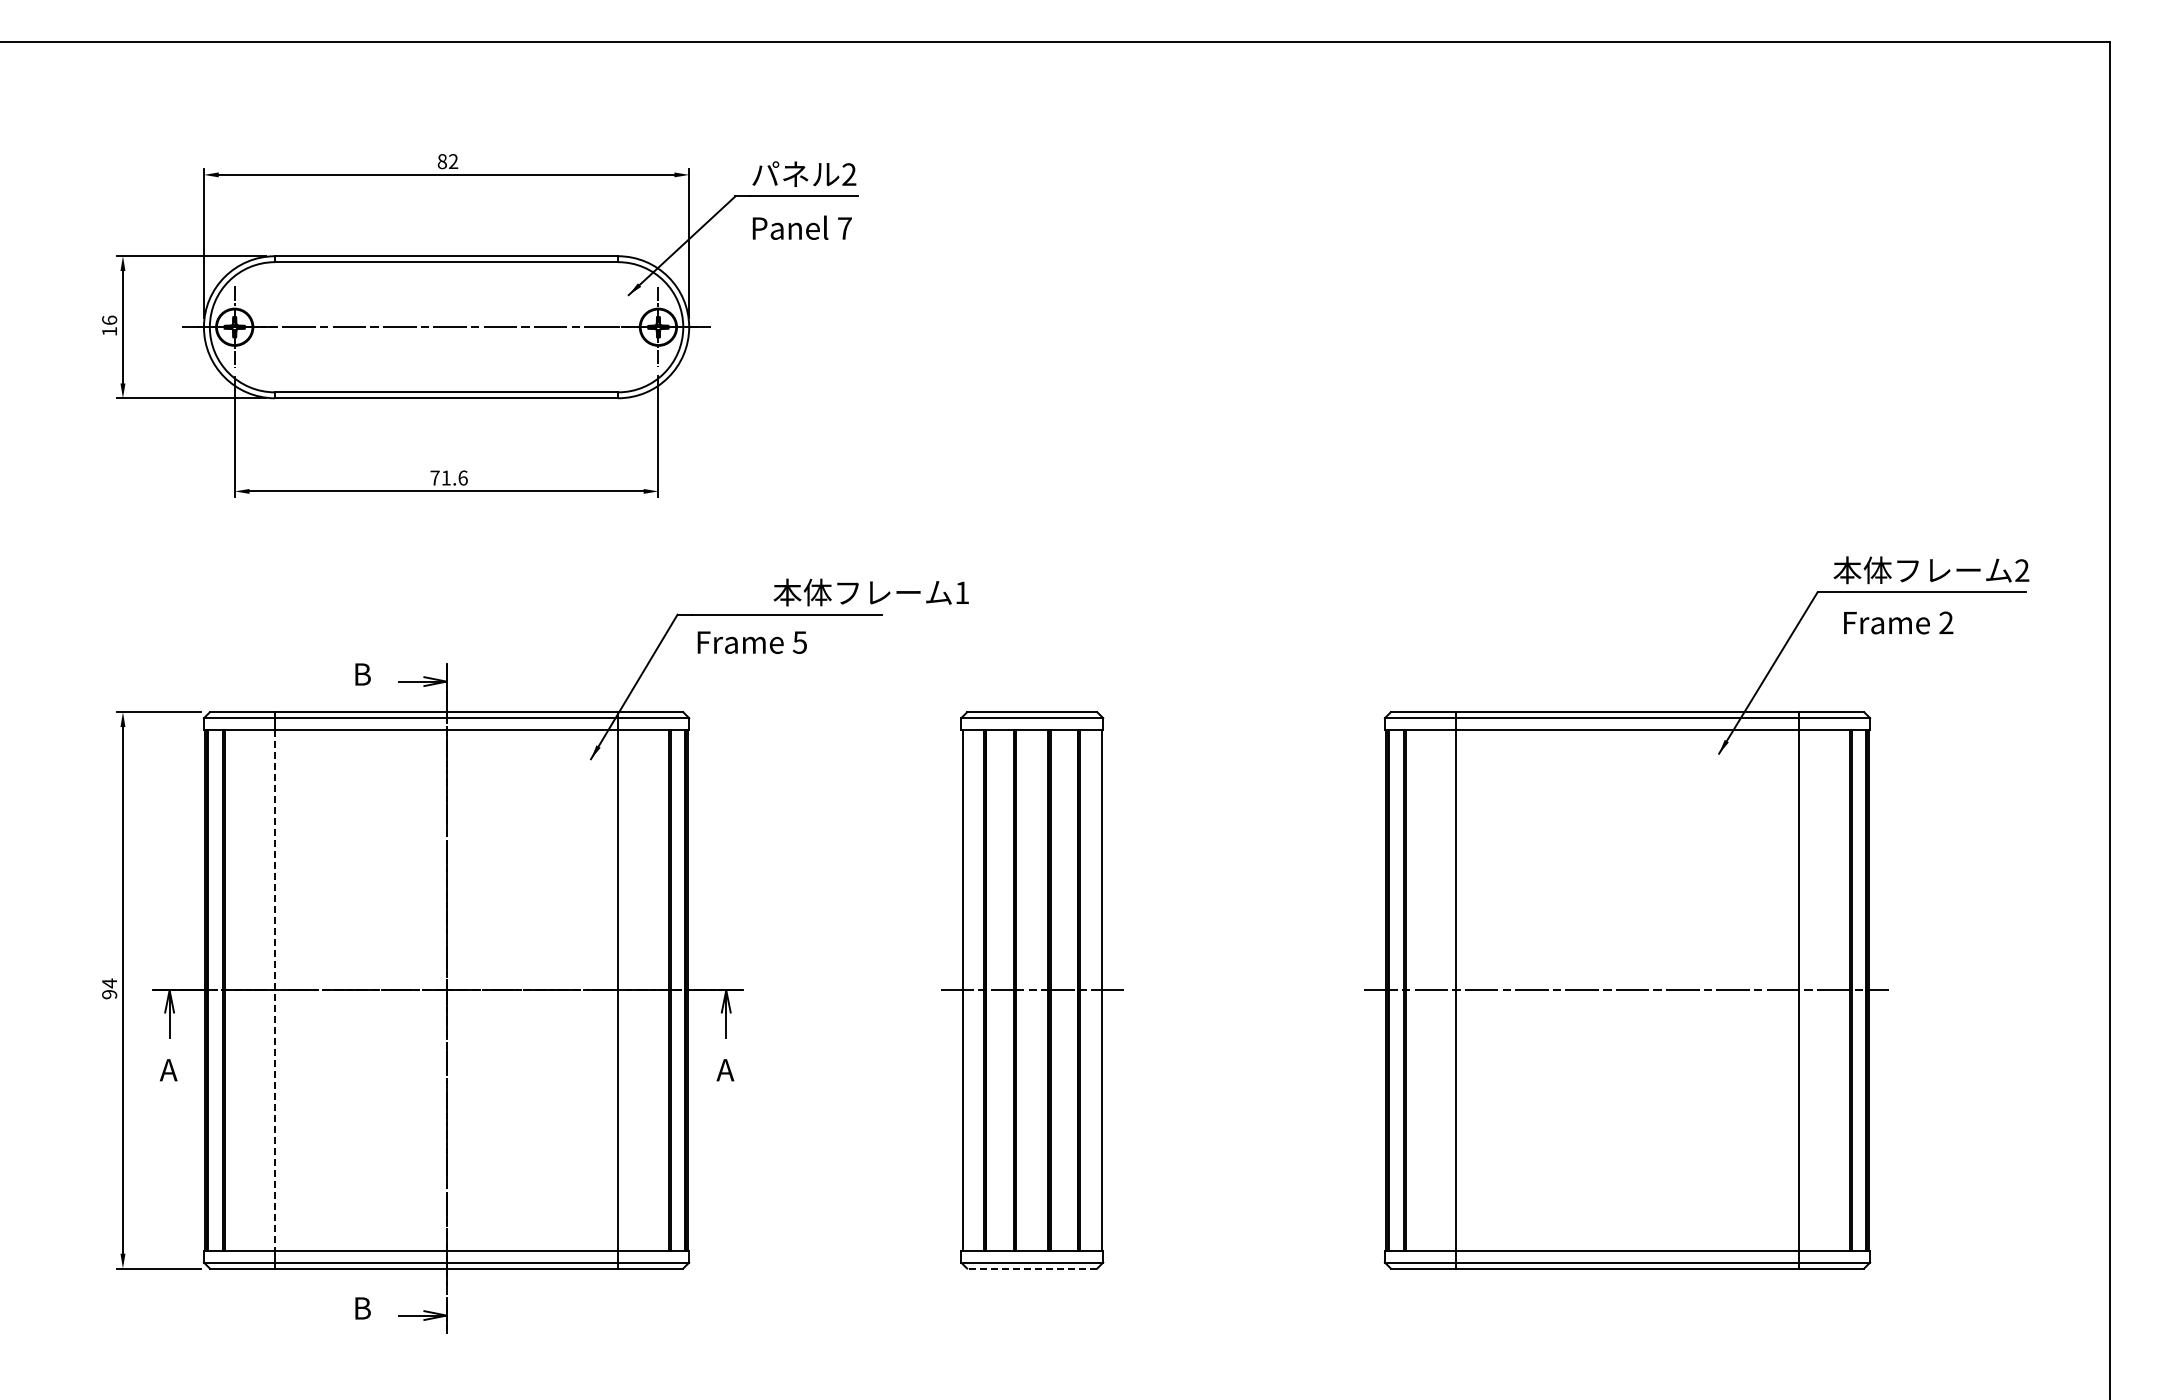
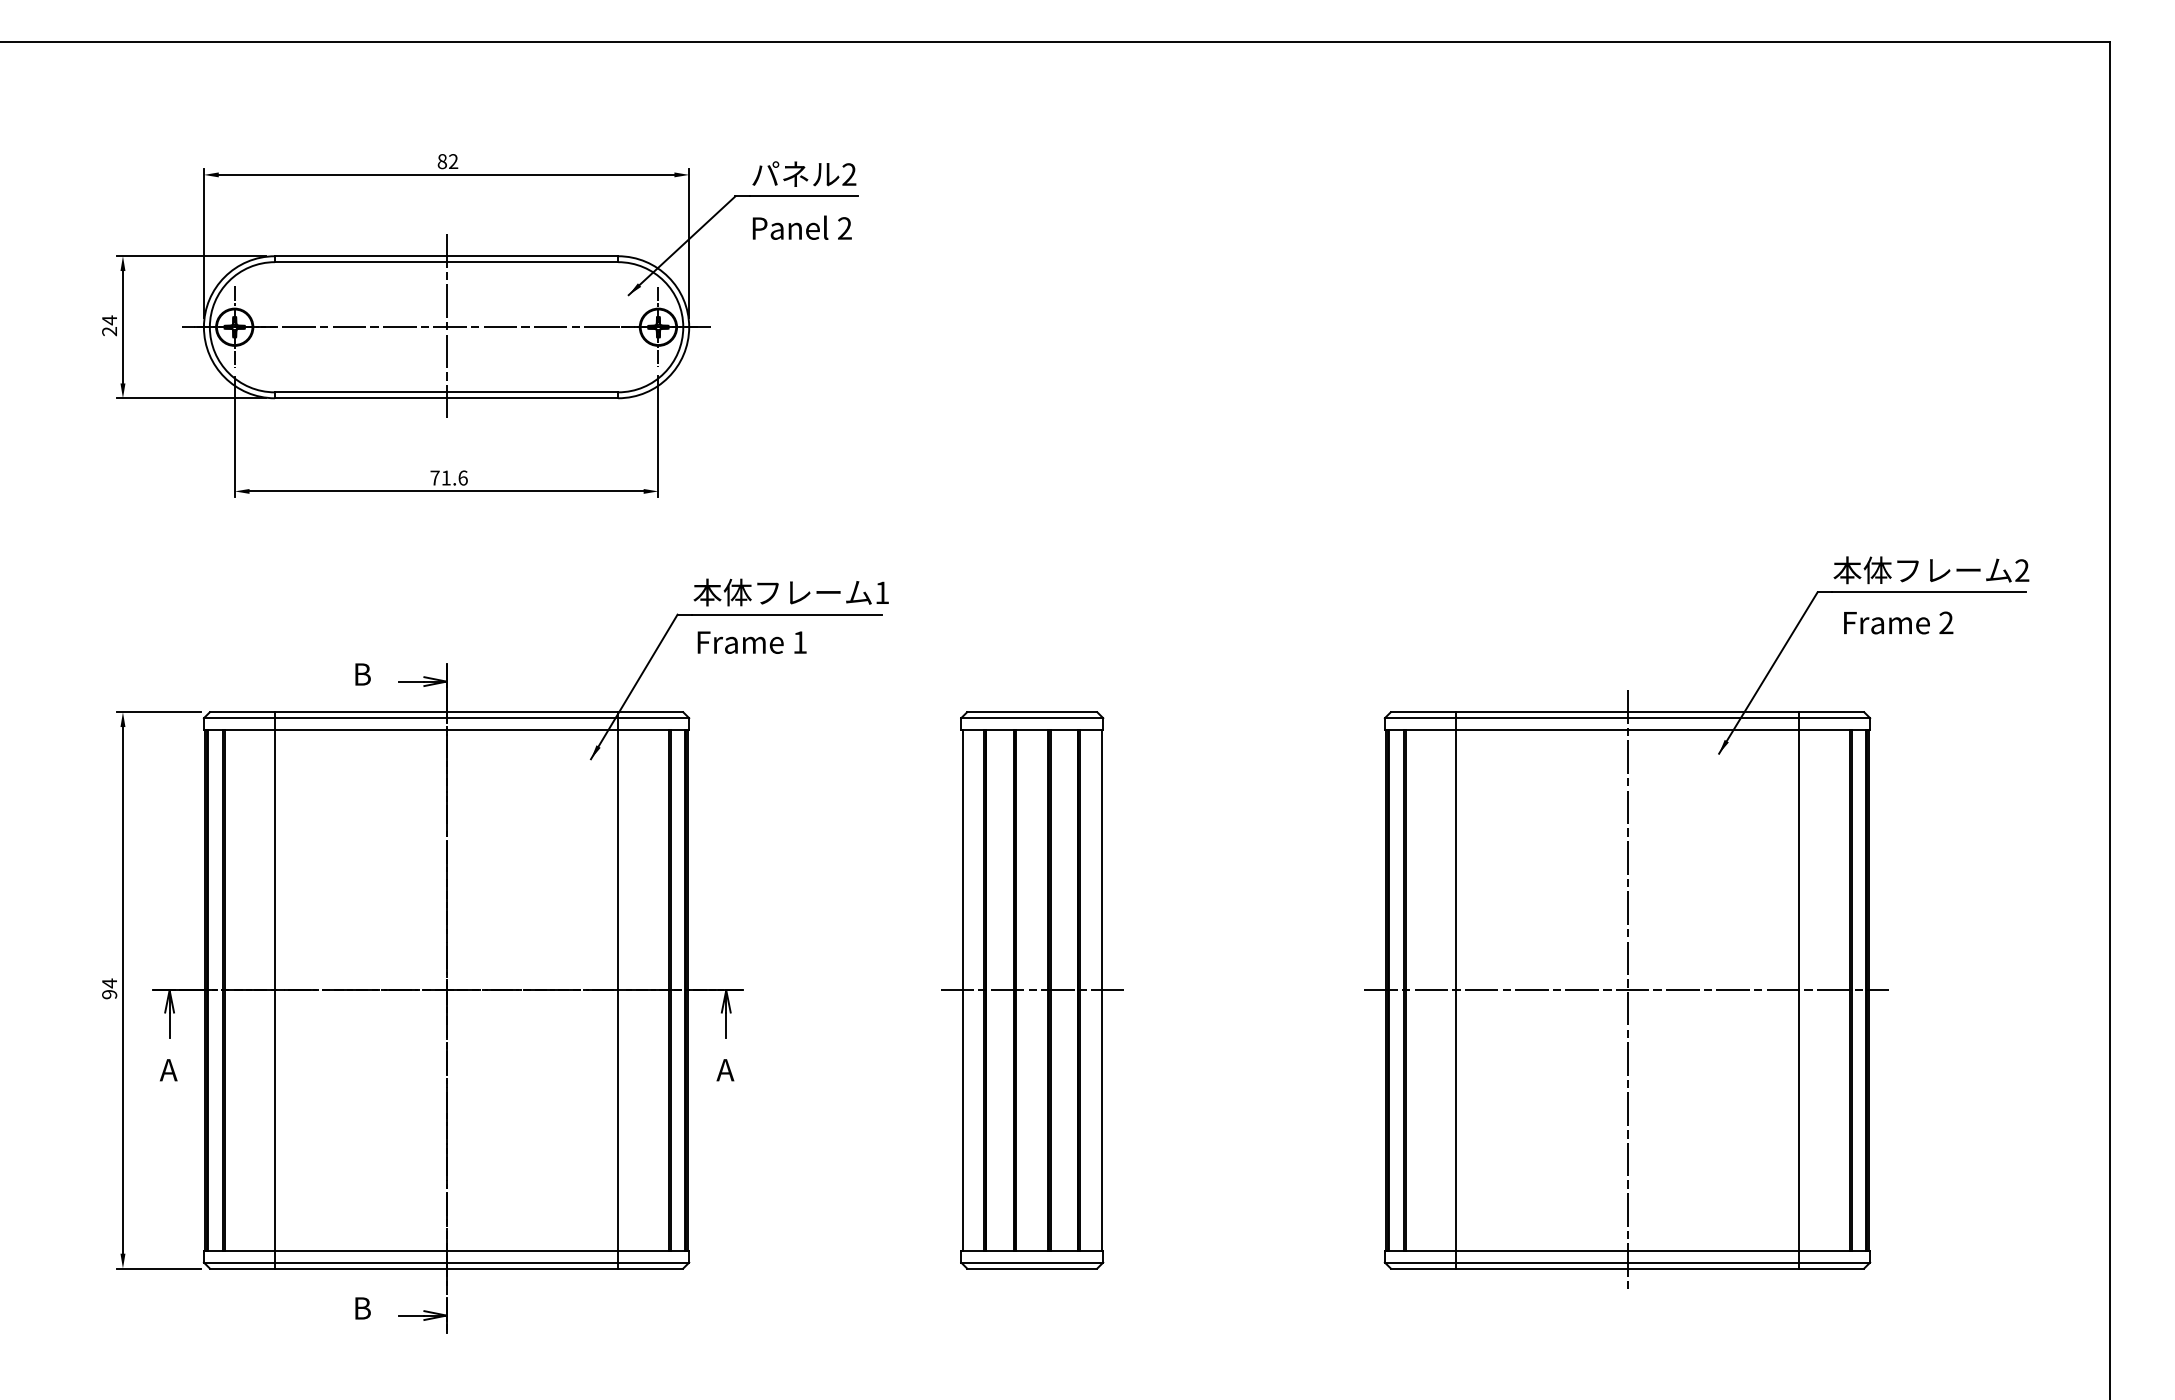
text at (844, 228): 7 -> 2
text at (109, 325): 16 -> 24
line at (446, 327): none -> present
text at (870, 592) position: (870, 592) -> (790, 592)
text at (799, 642): 5 -> 1
line at (274, 990): dashed -> solid
line at (1627, 990): none -> present
line at (1031, 1268): dashed -> solid
